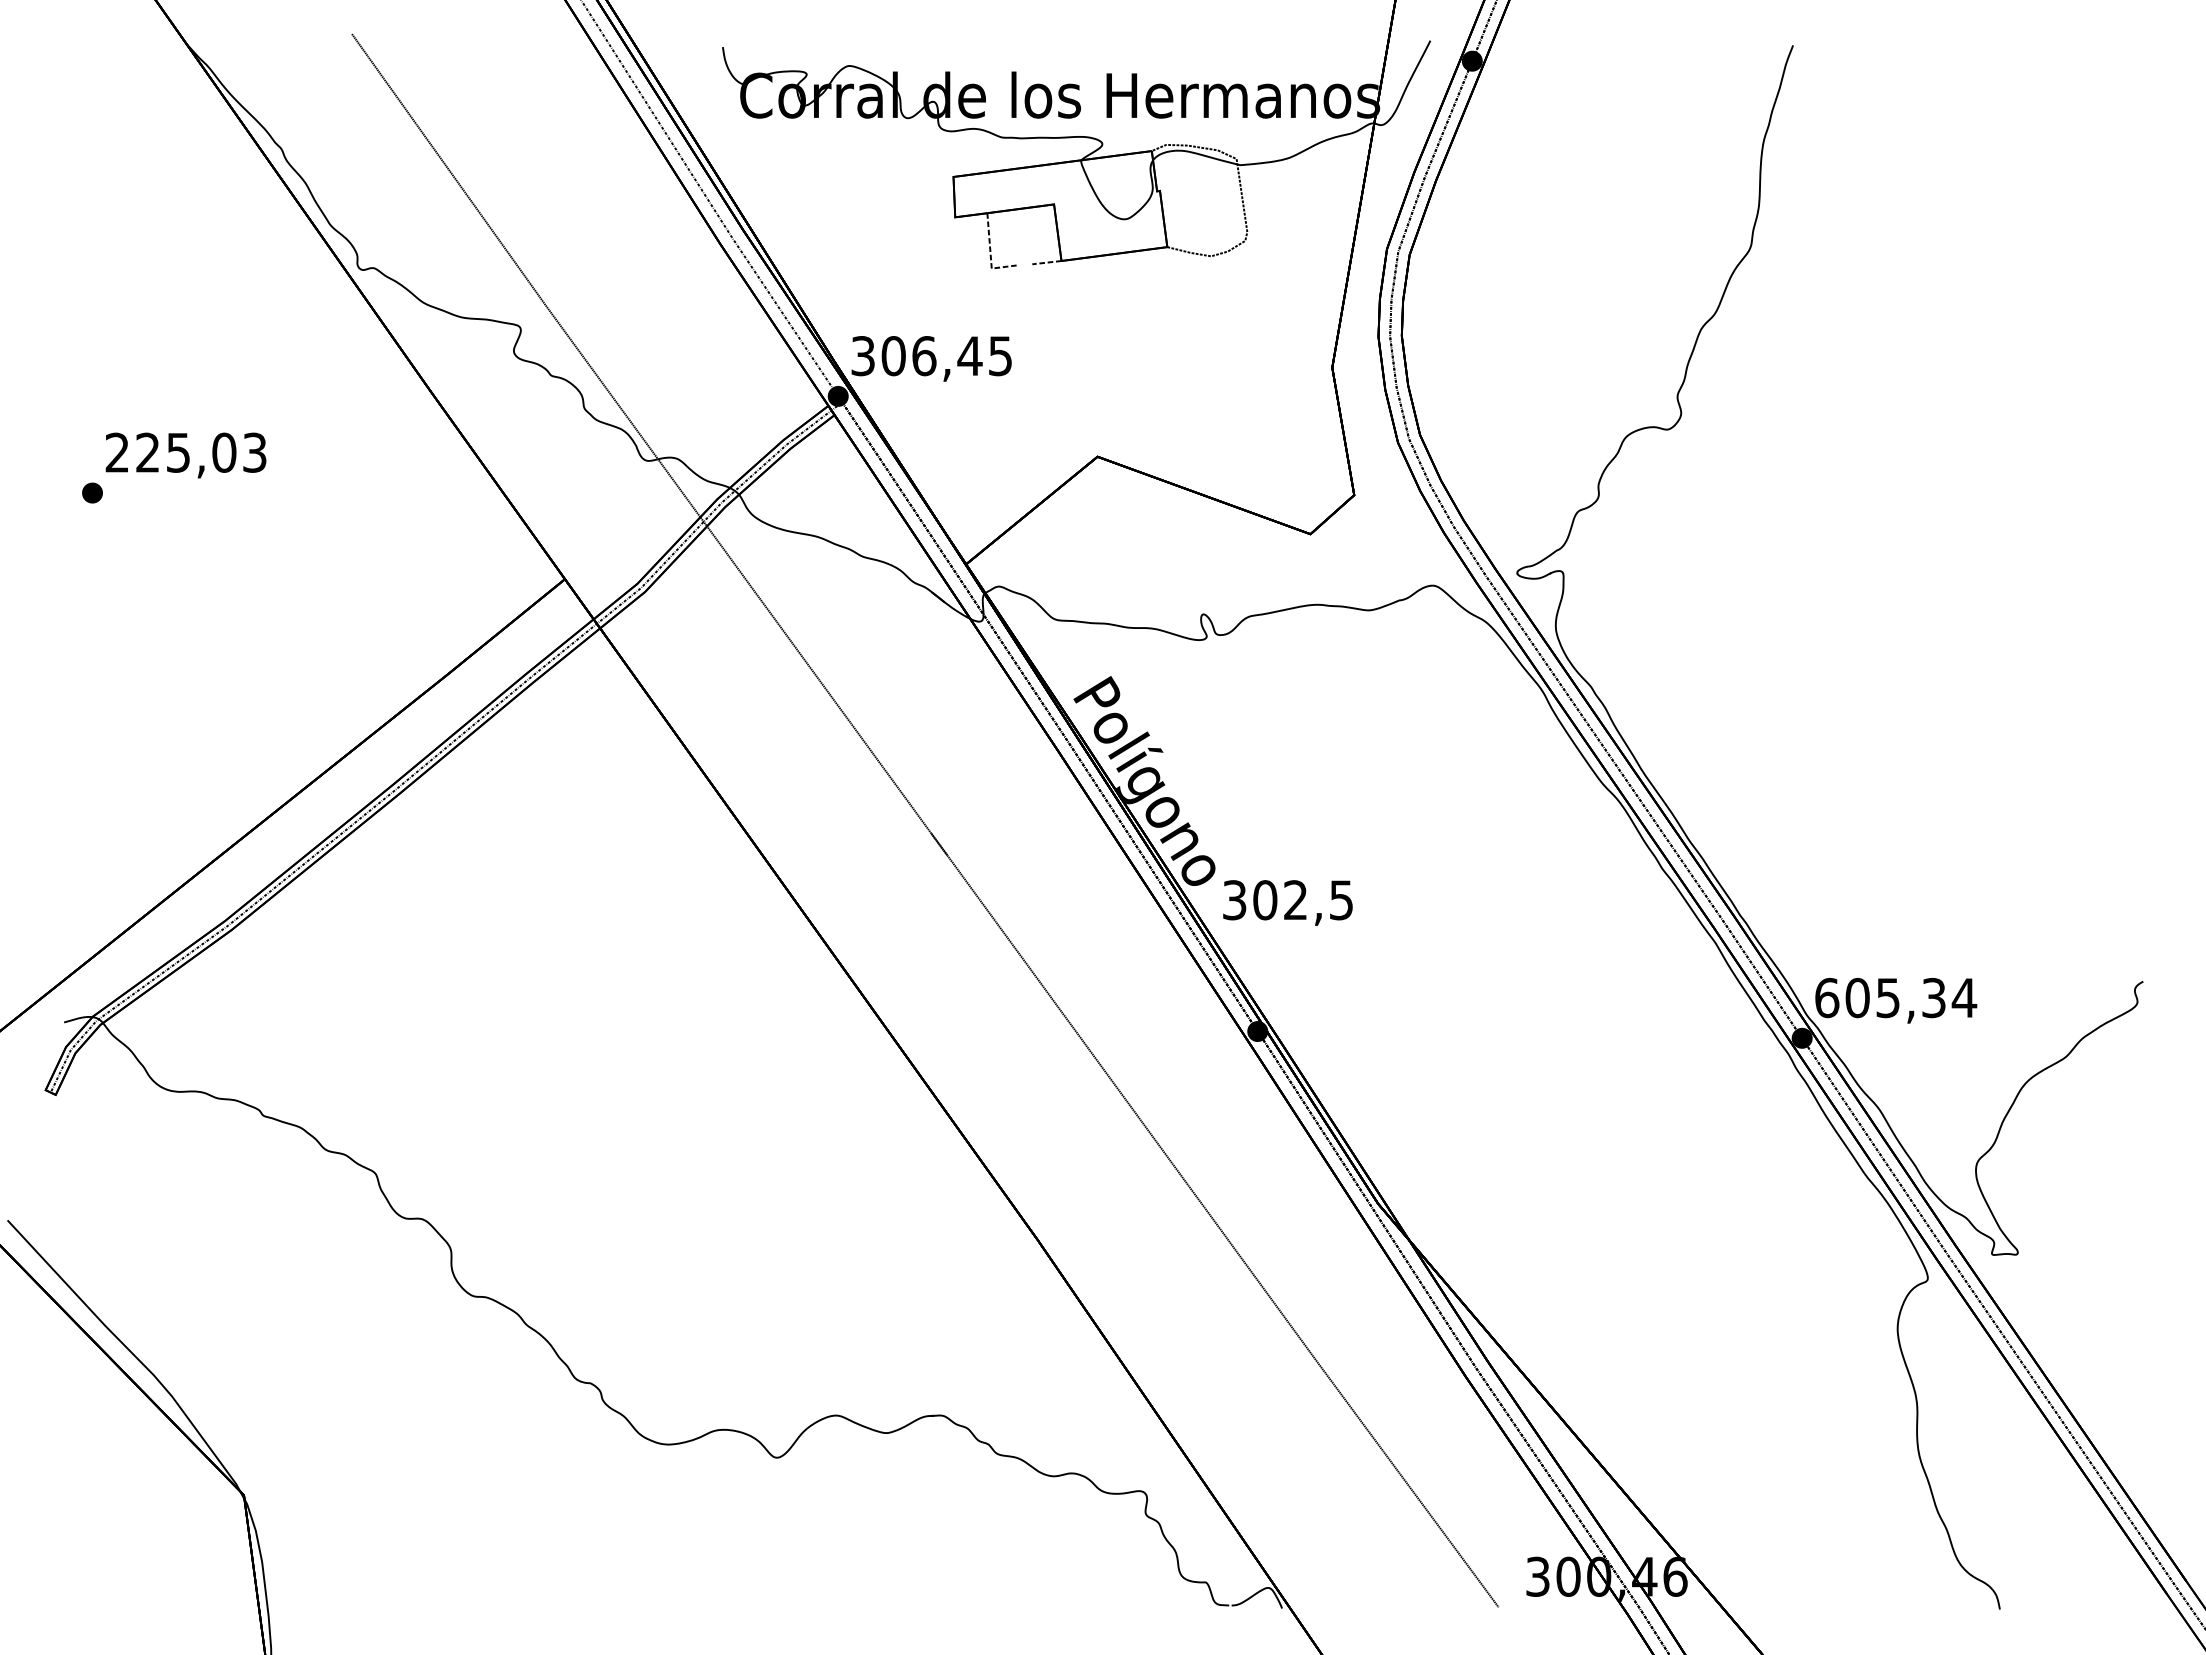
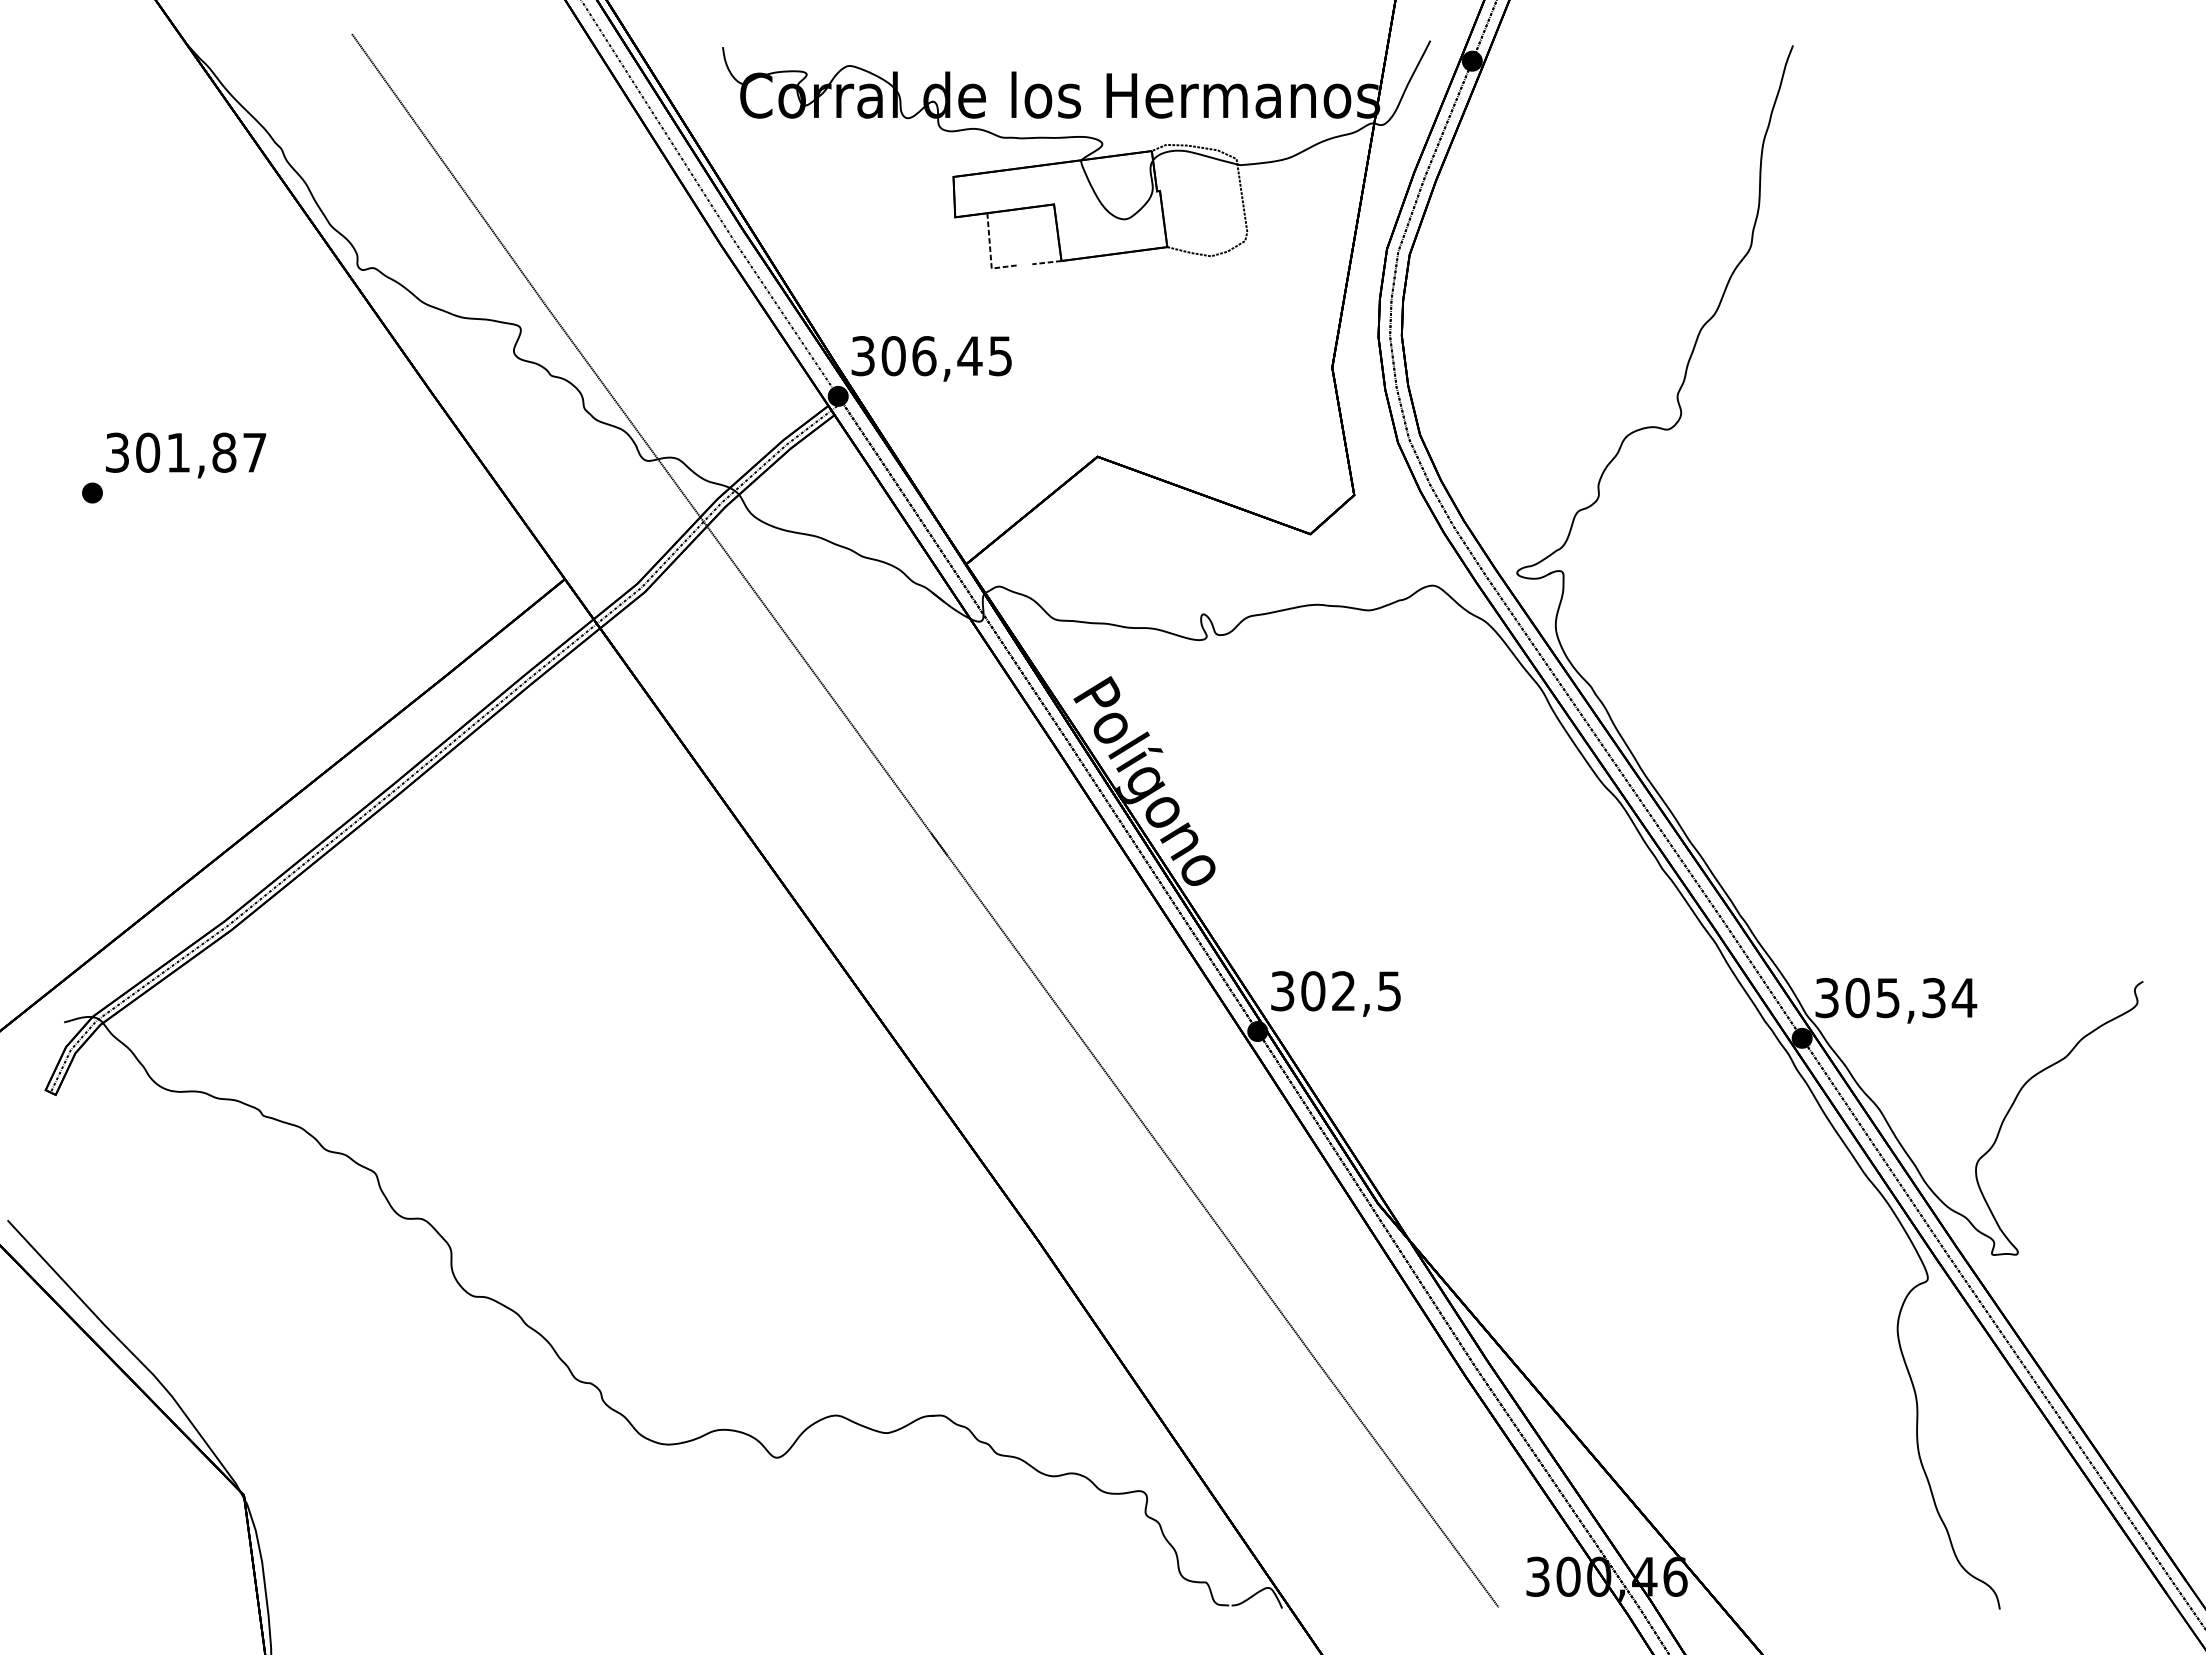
text at (185, 452): 225,03 -> 301,87
text at (1287, 902) position: (1287, 902) -> (1335, 993)
text at (1827, 997): 605,34 -> 305,34
